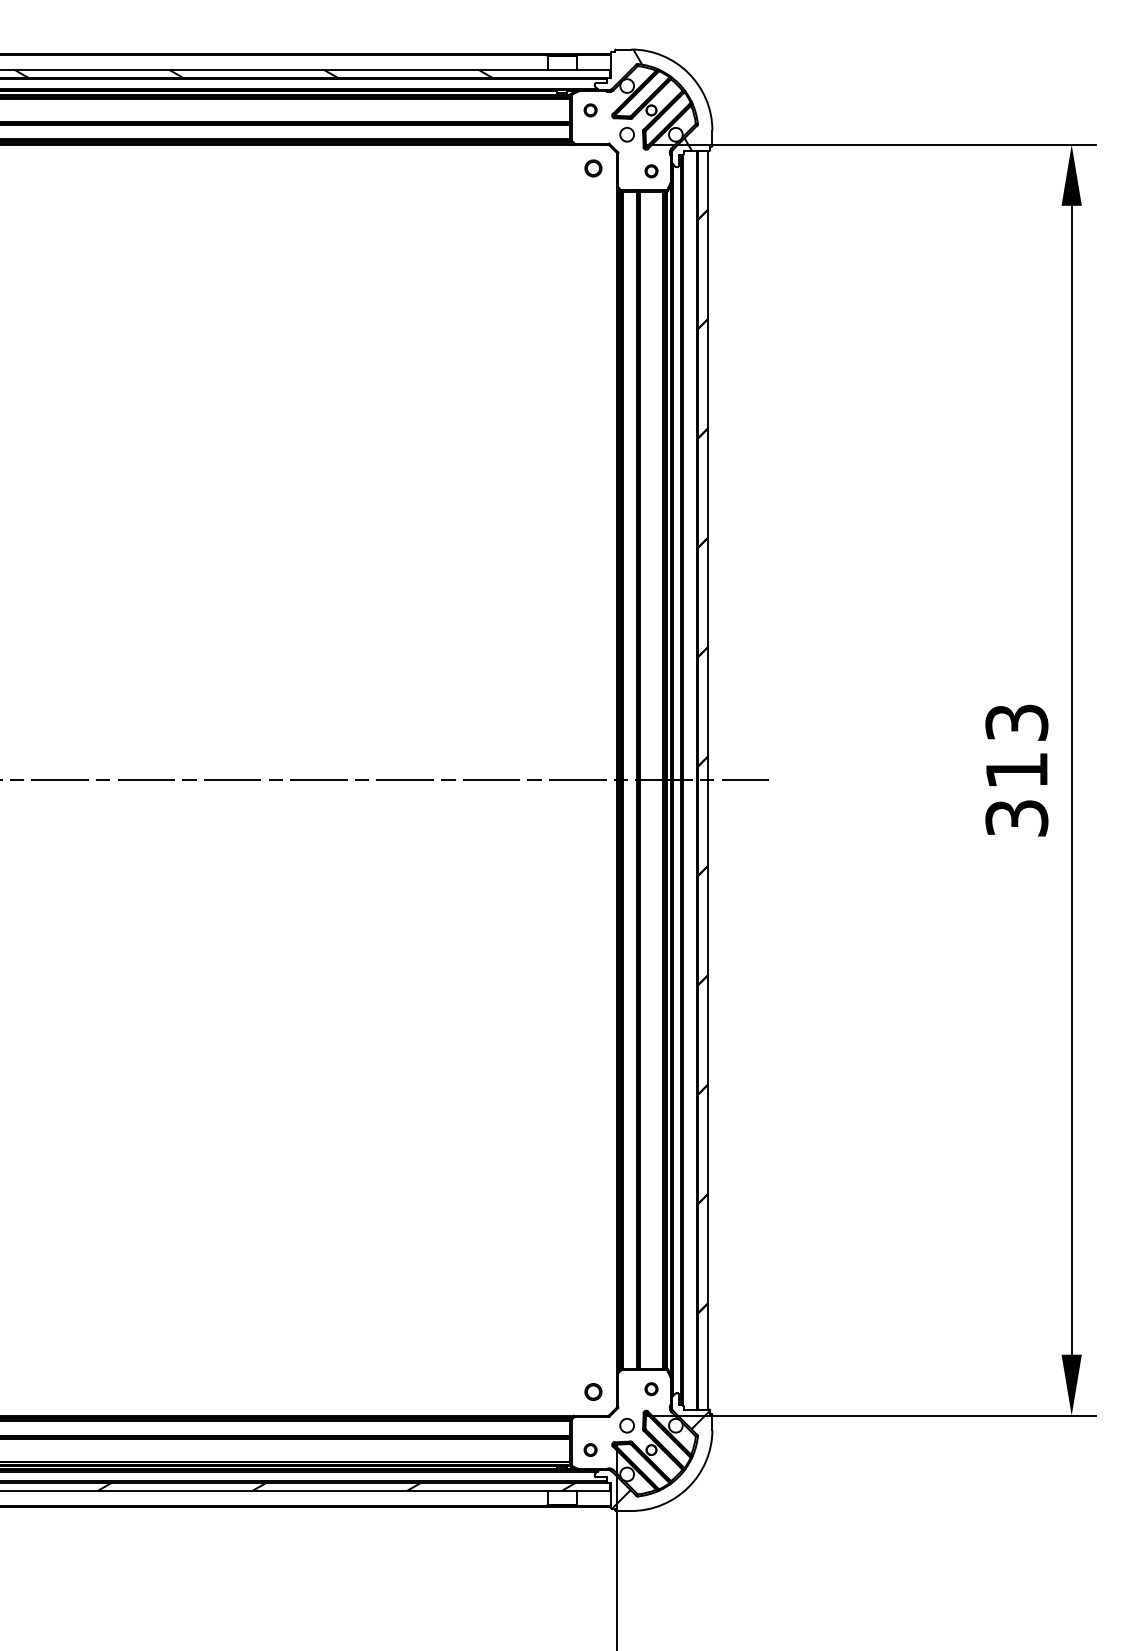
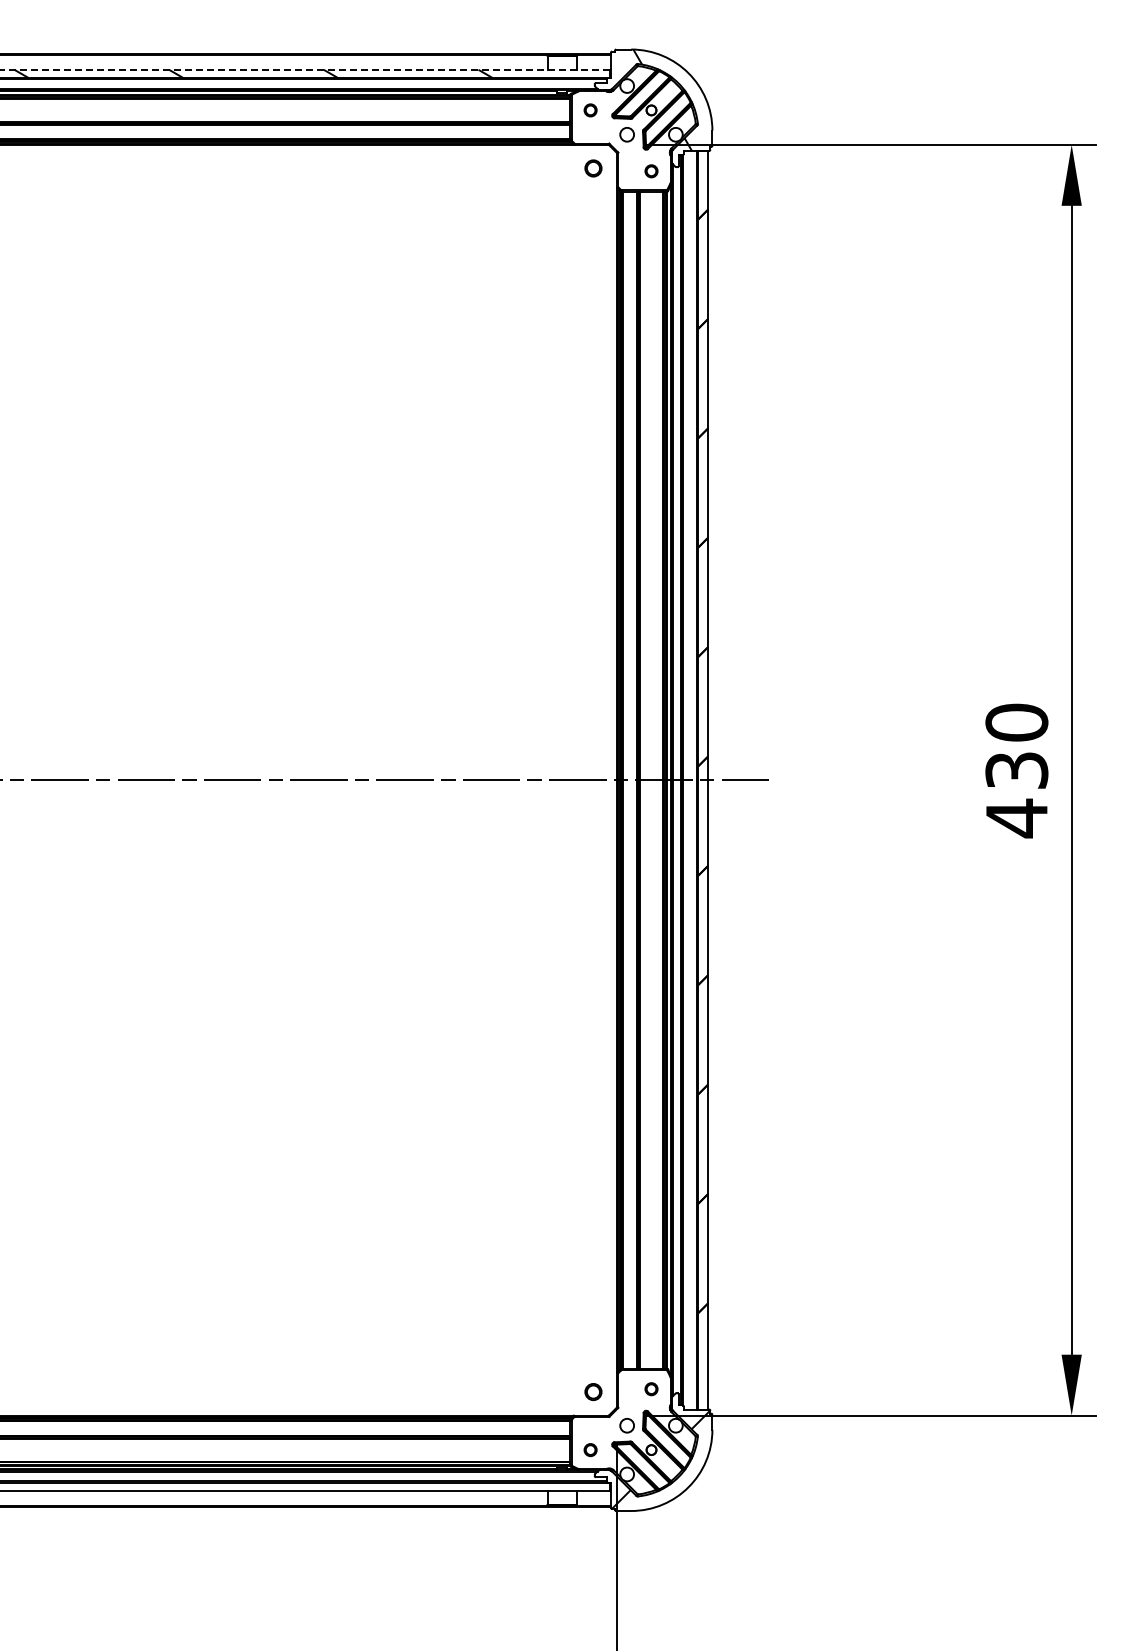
line at (304, 69): solid -> dashed
text at (1016, 770): 313 -> 430
hatch at (337, 1486): present -> none
